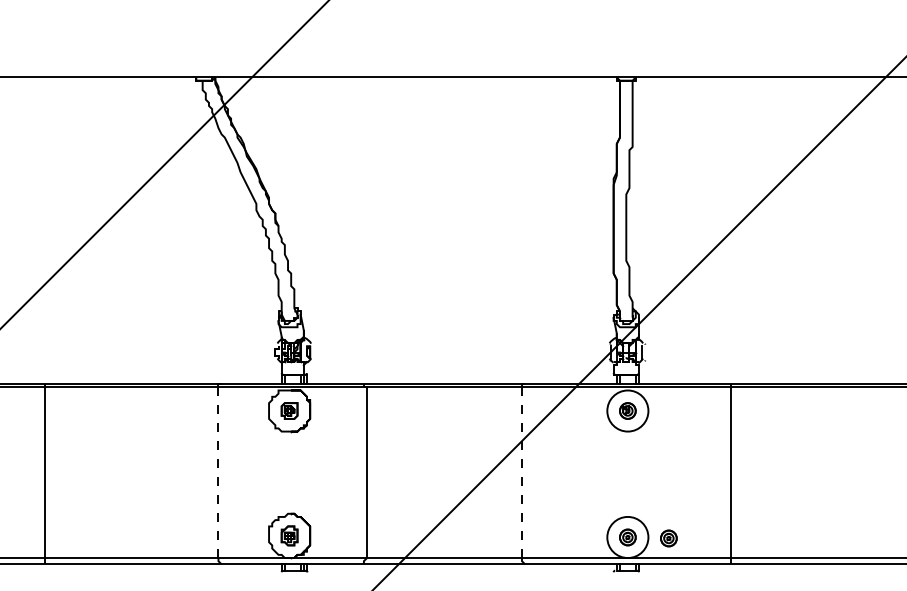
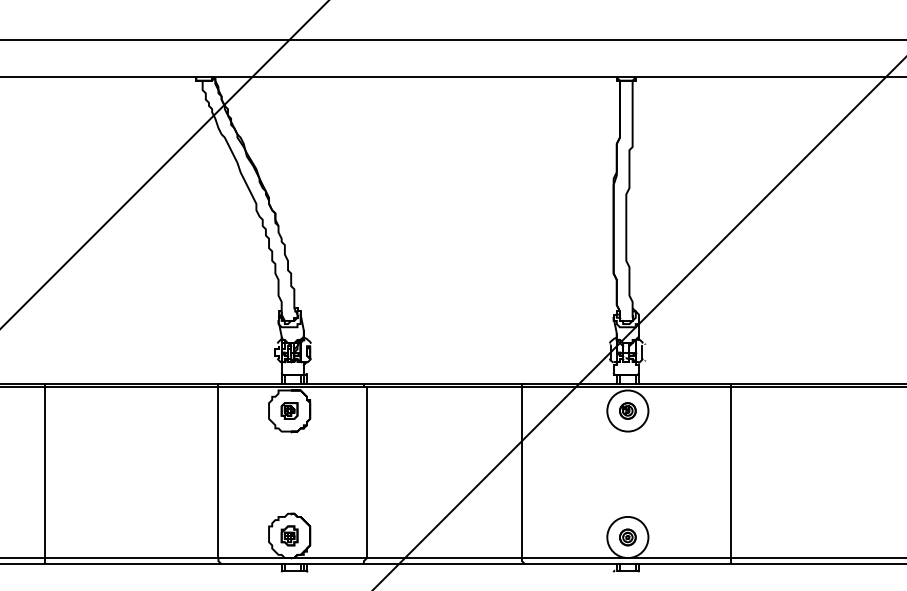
line at (452, 39): none -> present
line at (218, 473): dashed -> solid
line at (521, 473): dashed -> solid
part at (668, 538): present -> none
